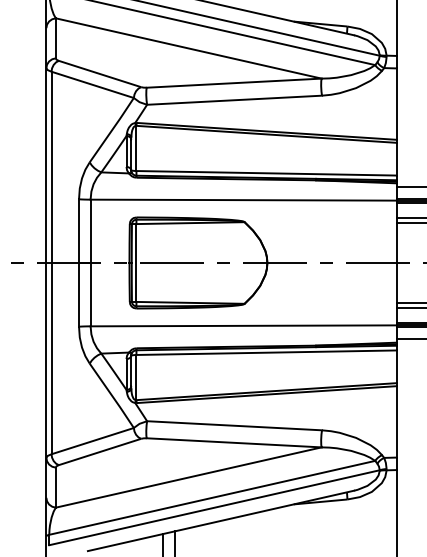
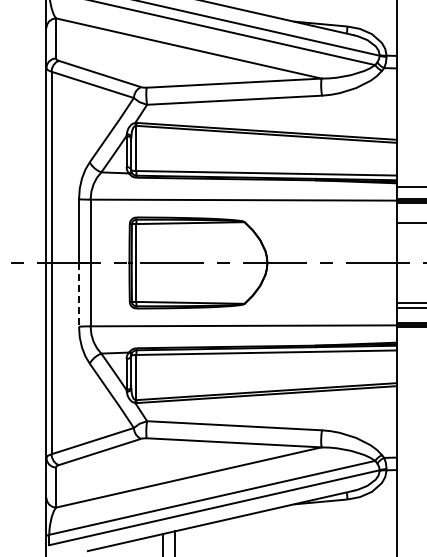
line at (409, 217): present -> none
line at (79, 294): solid -> dashed
line at (409, 338): present -> none
